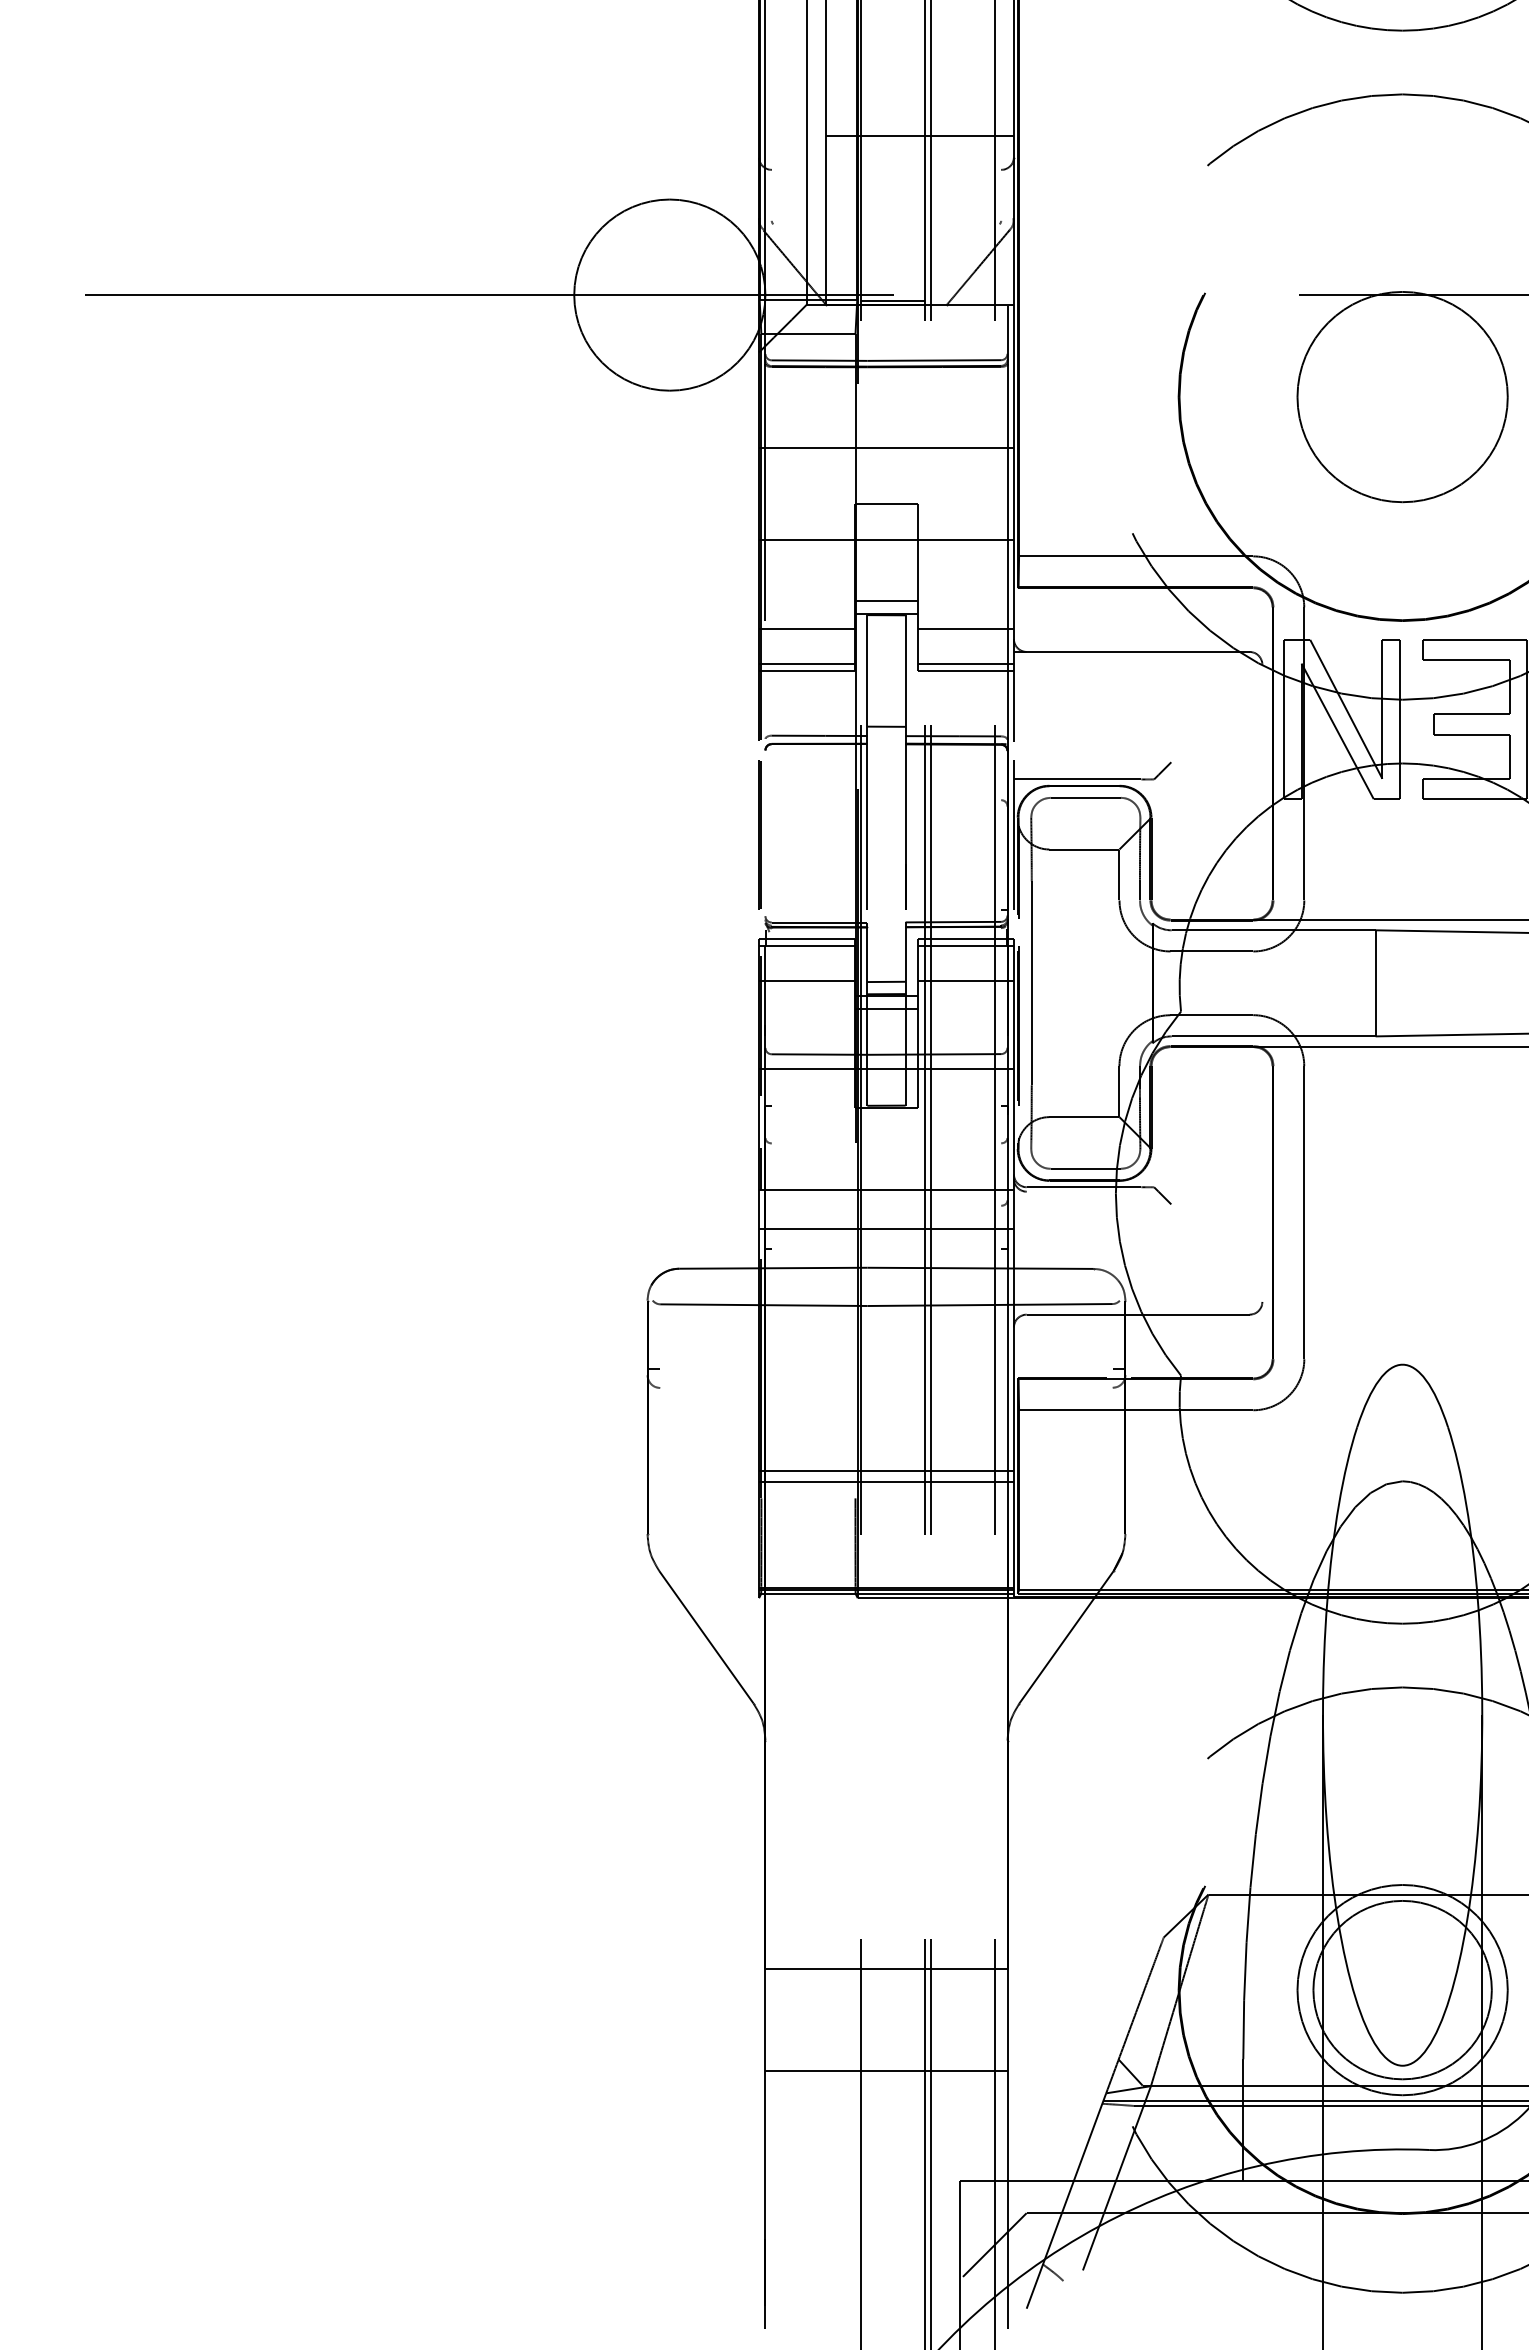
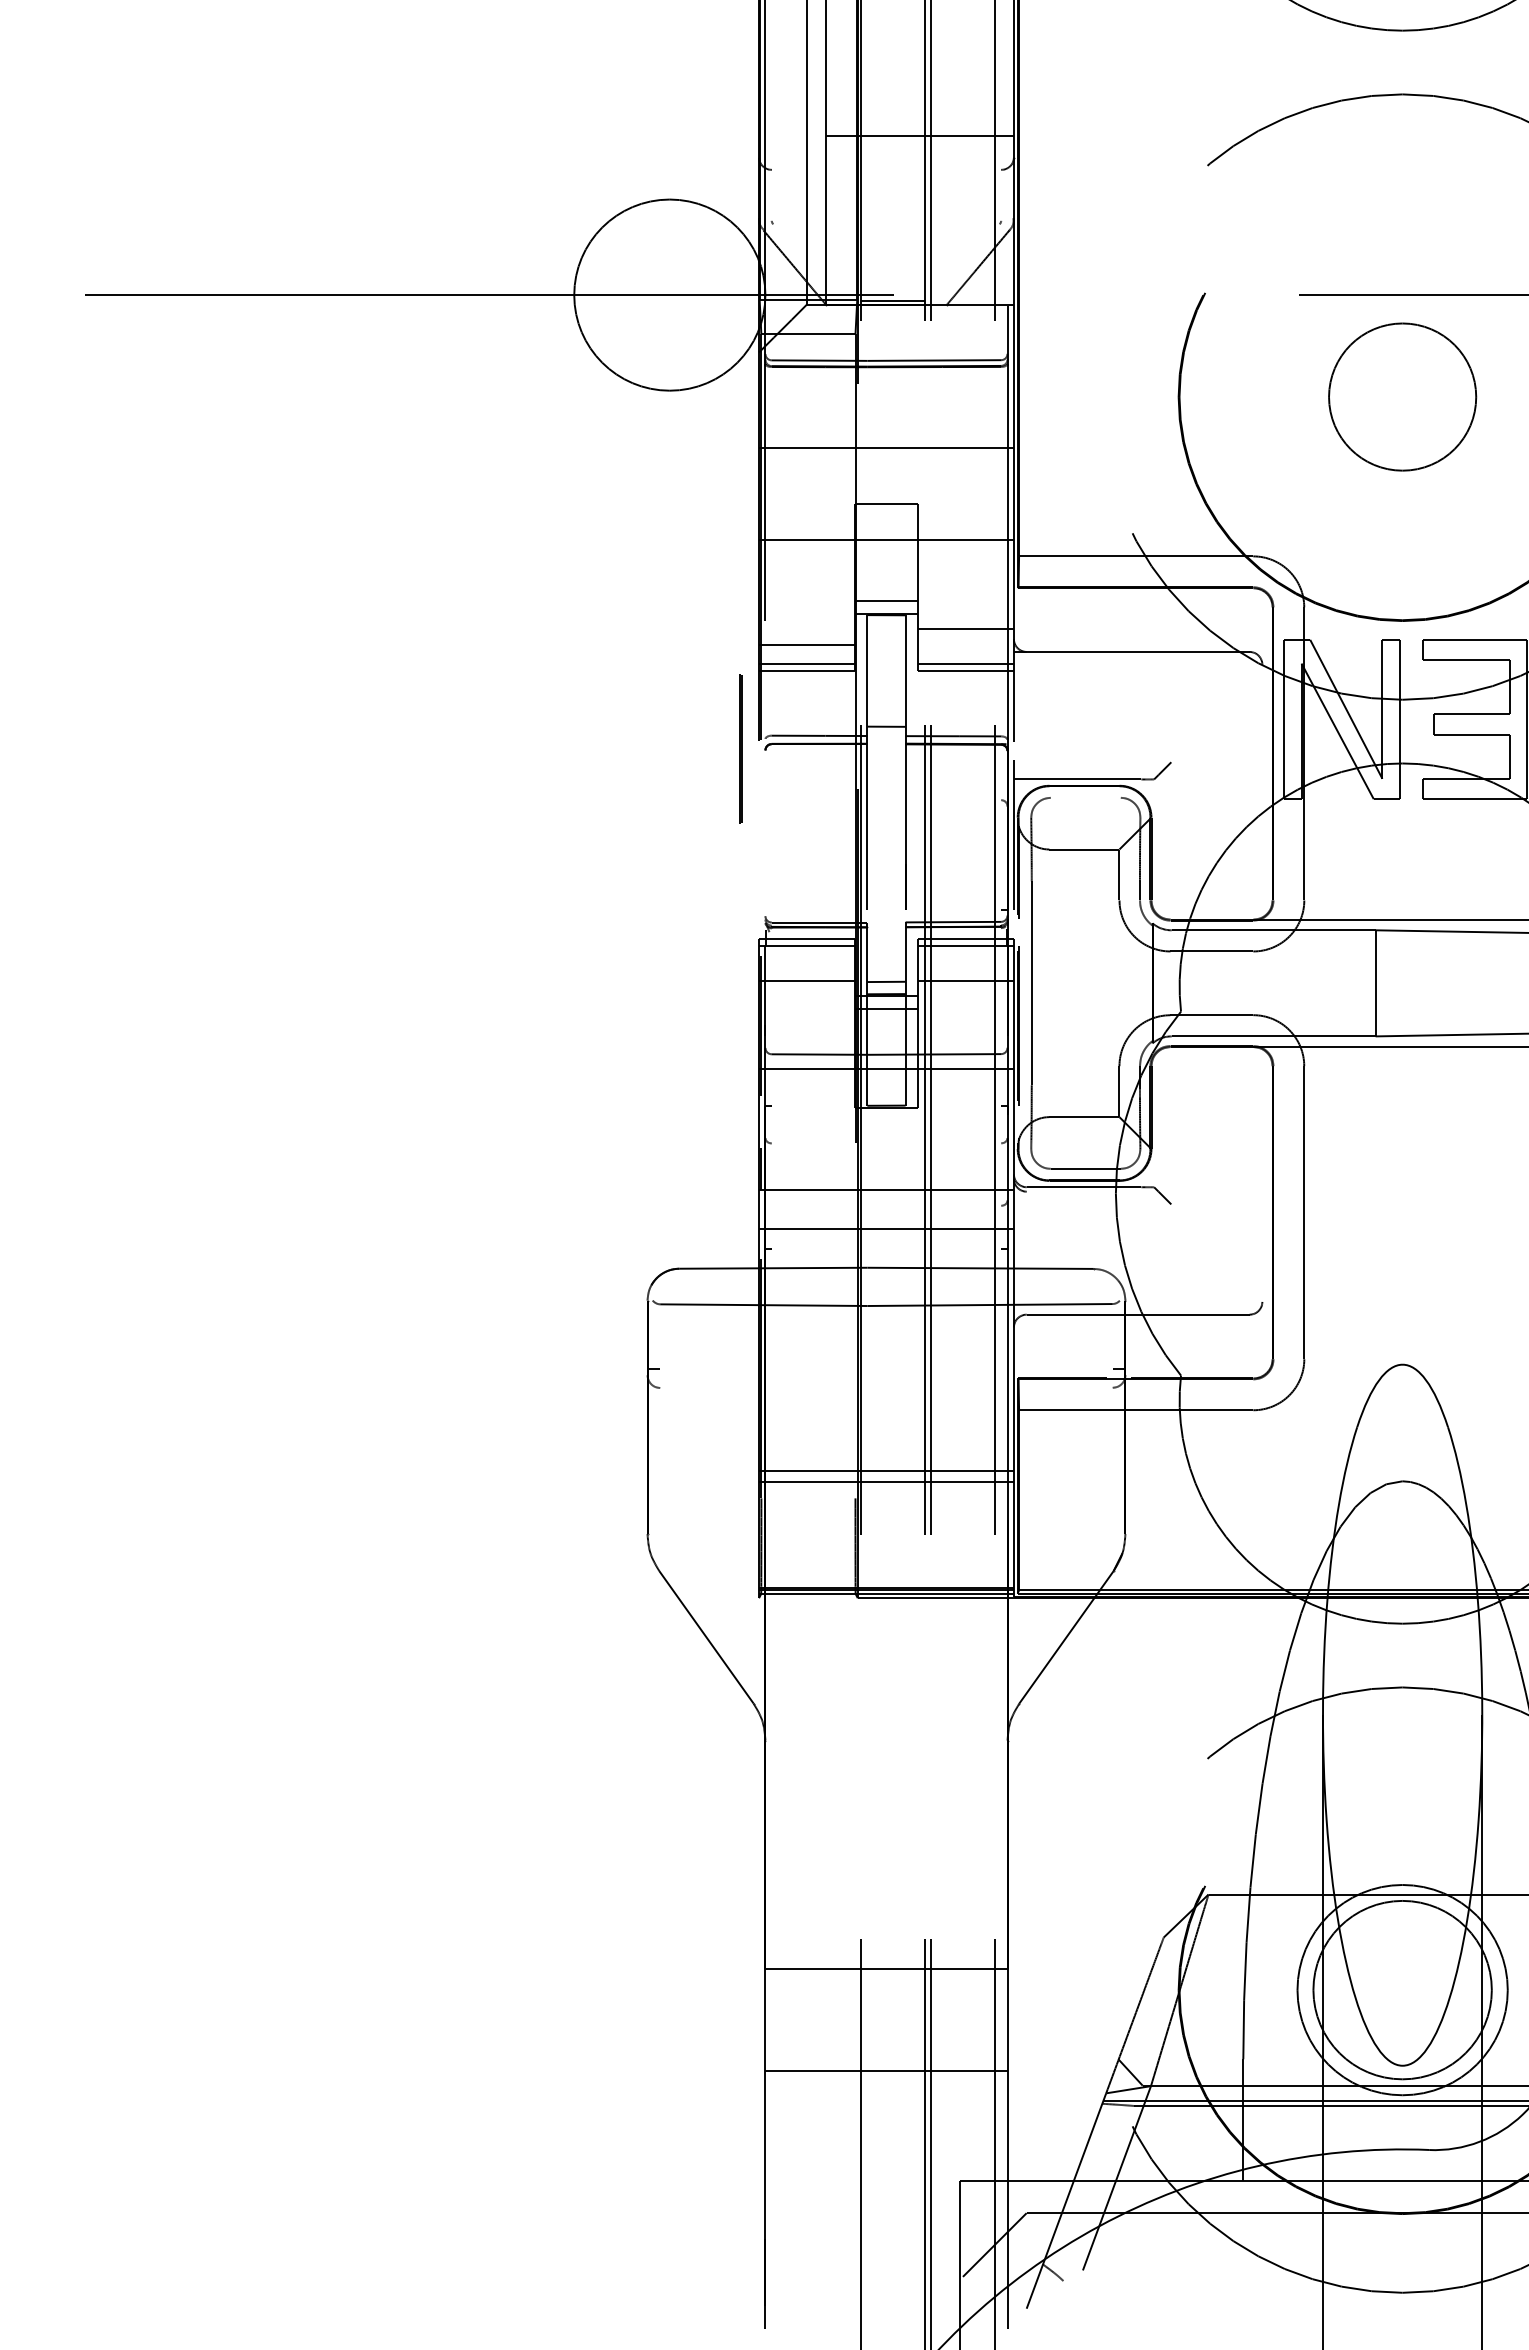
circle at (1402, 396) diameter: 210 px -> 147 px
line at (806, 628) position: (806, 628) -> (806, 644)
line at (1085, 797): present -> none
line at (759, 834) position: (759, 834) -> (740, 748)
